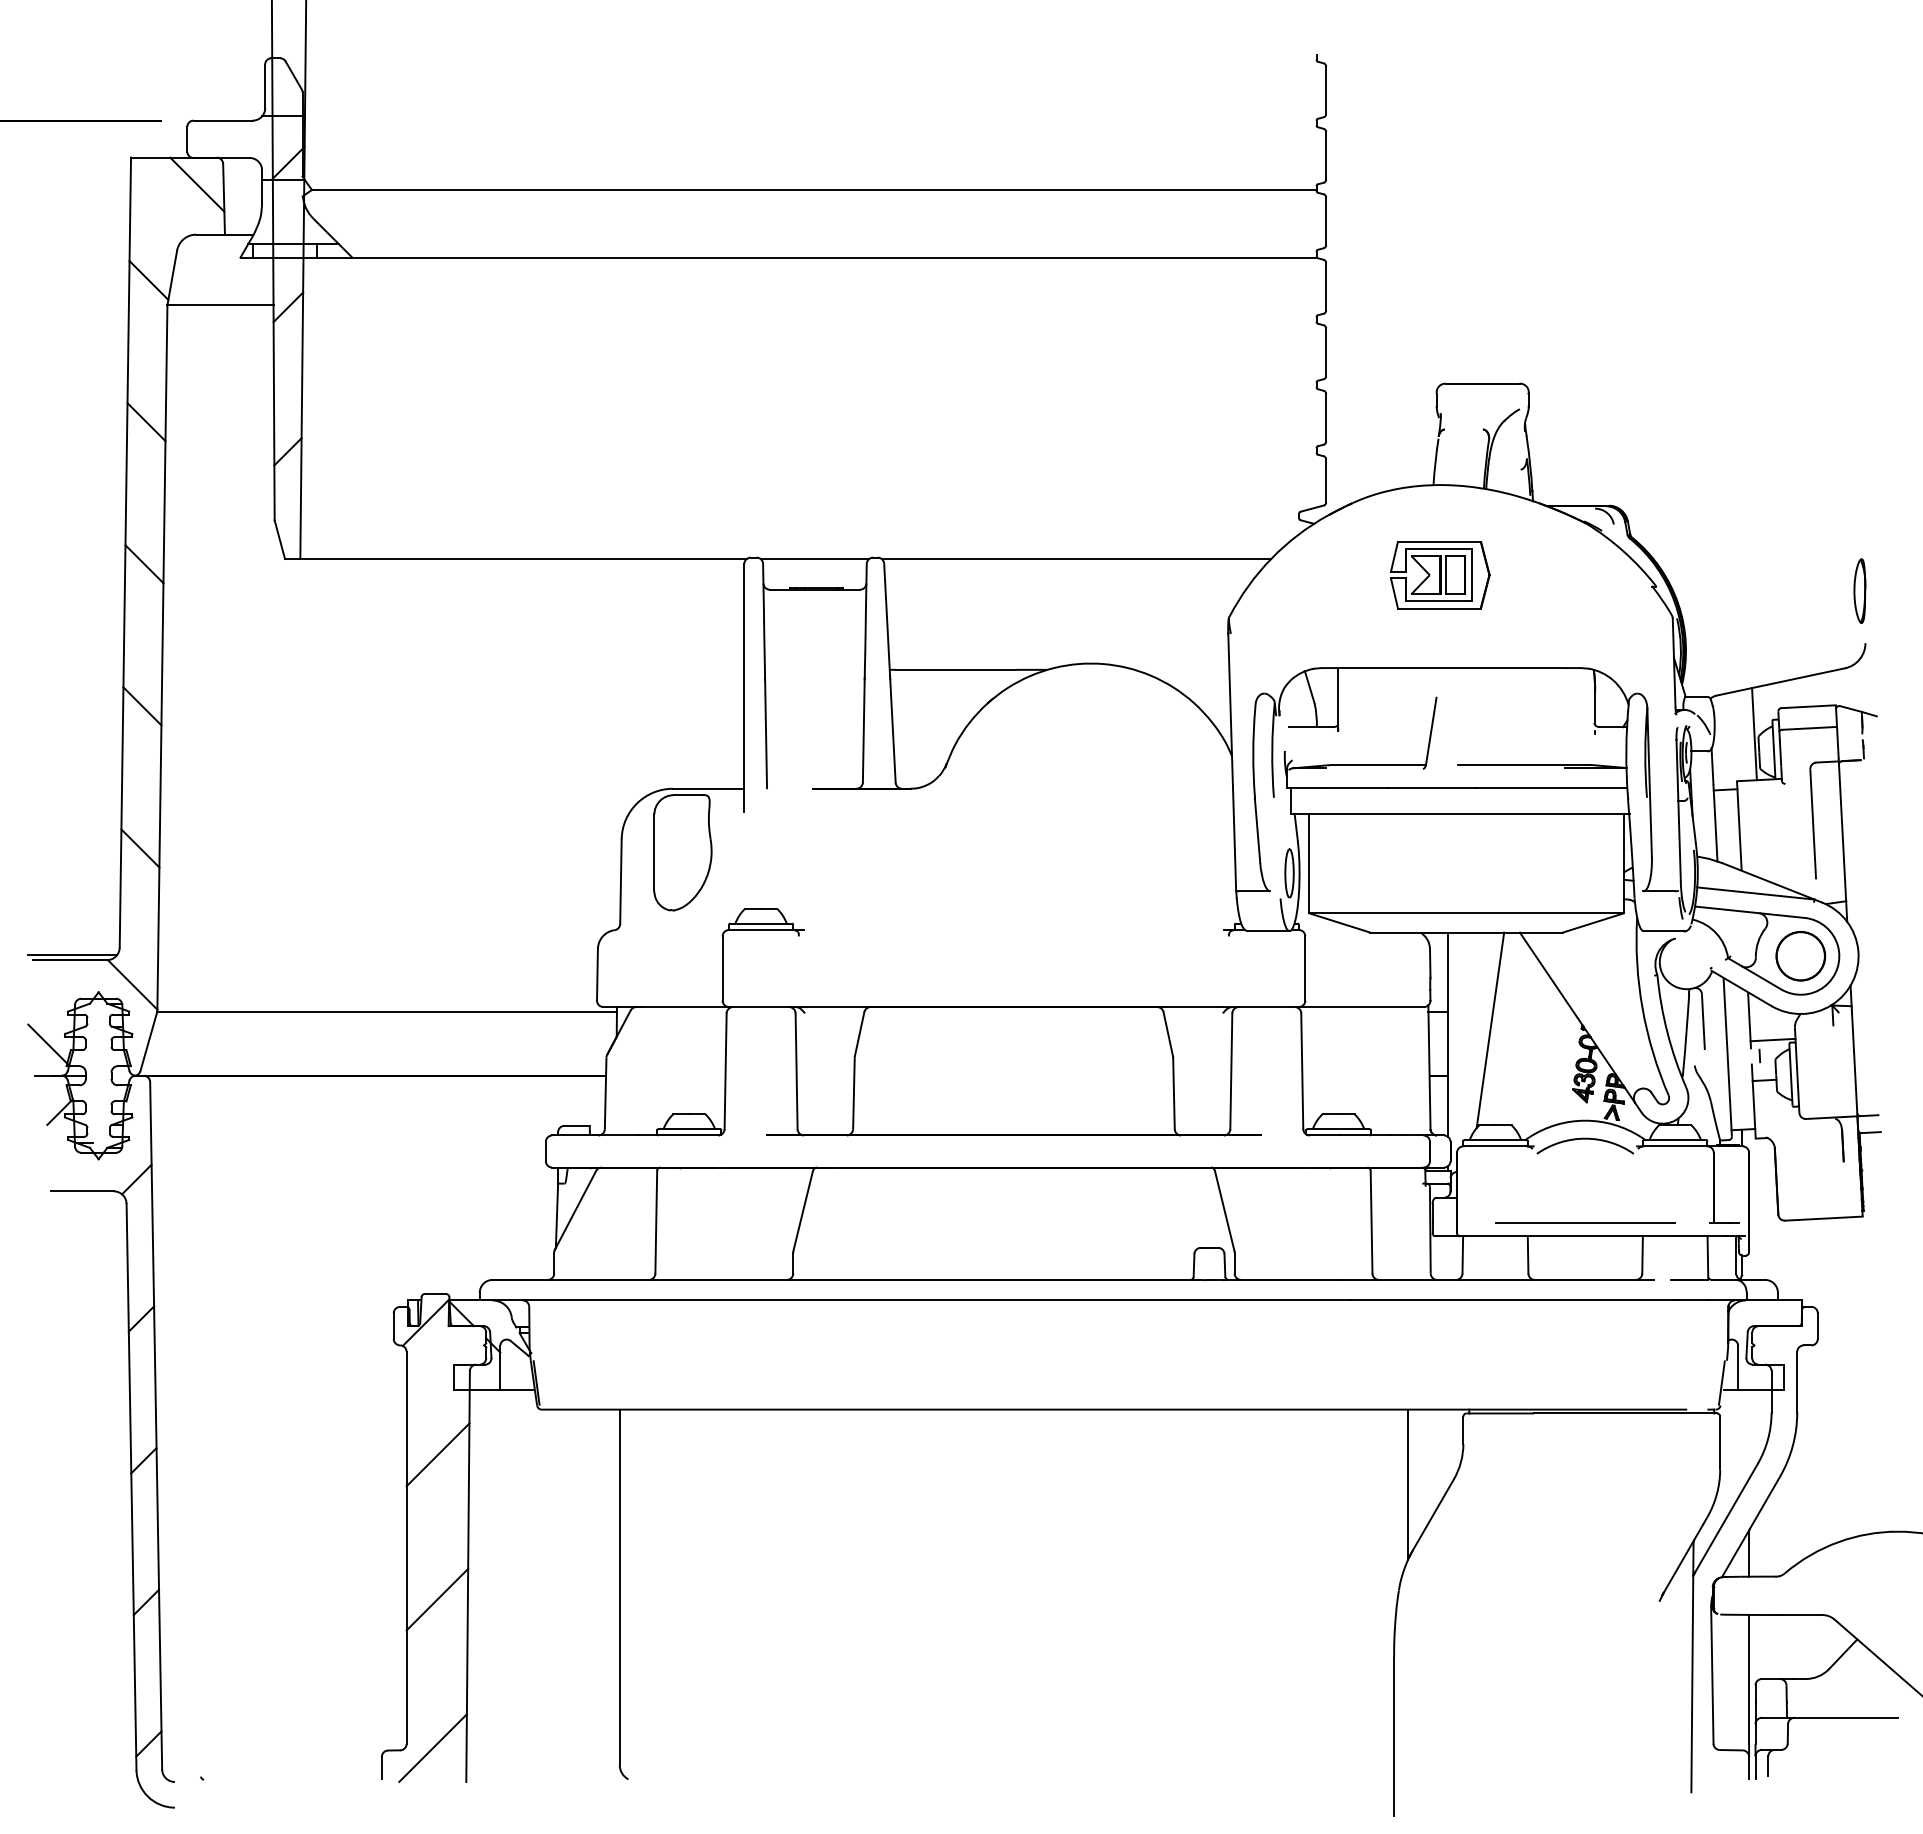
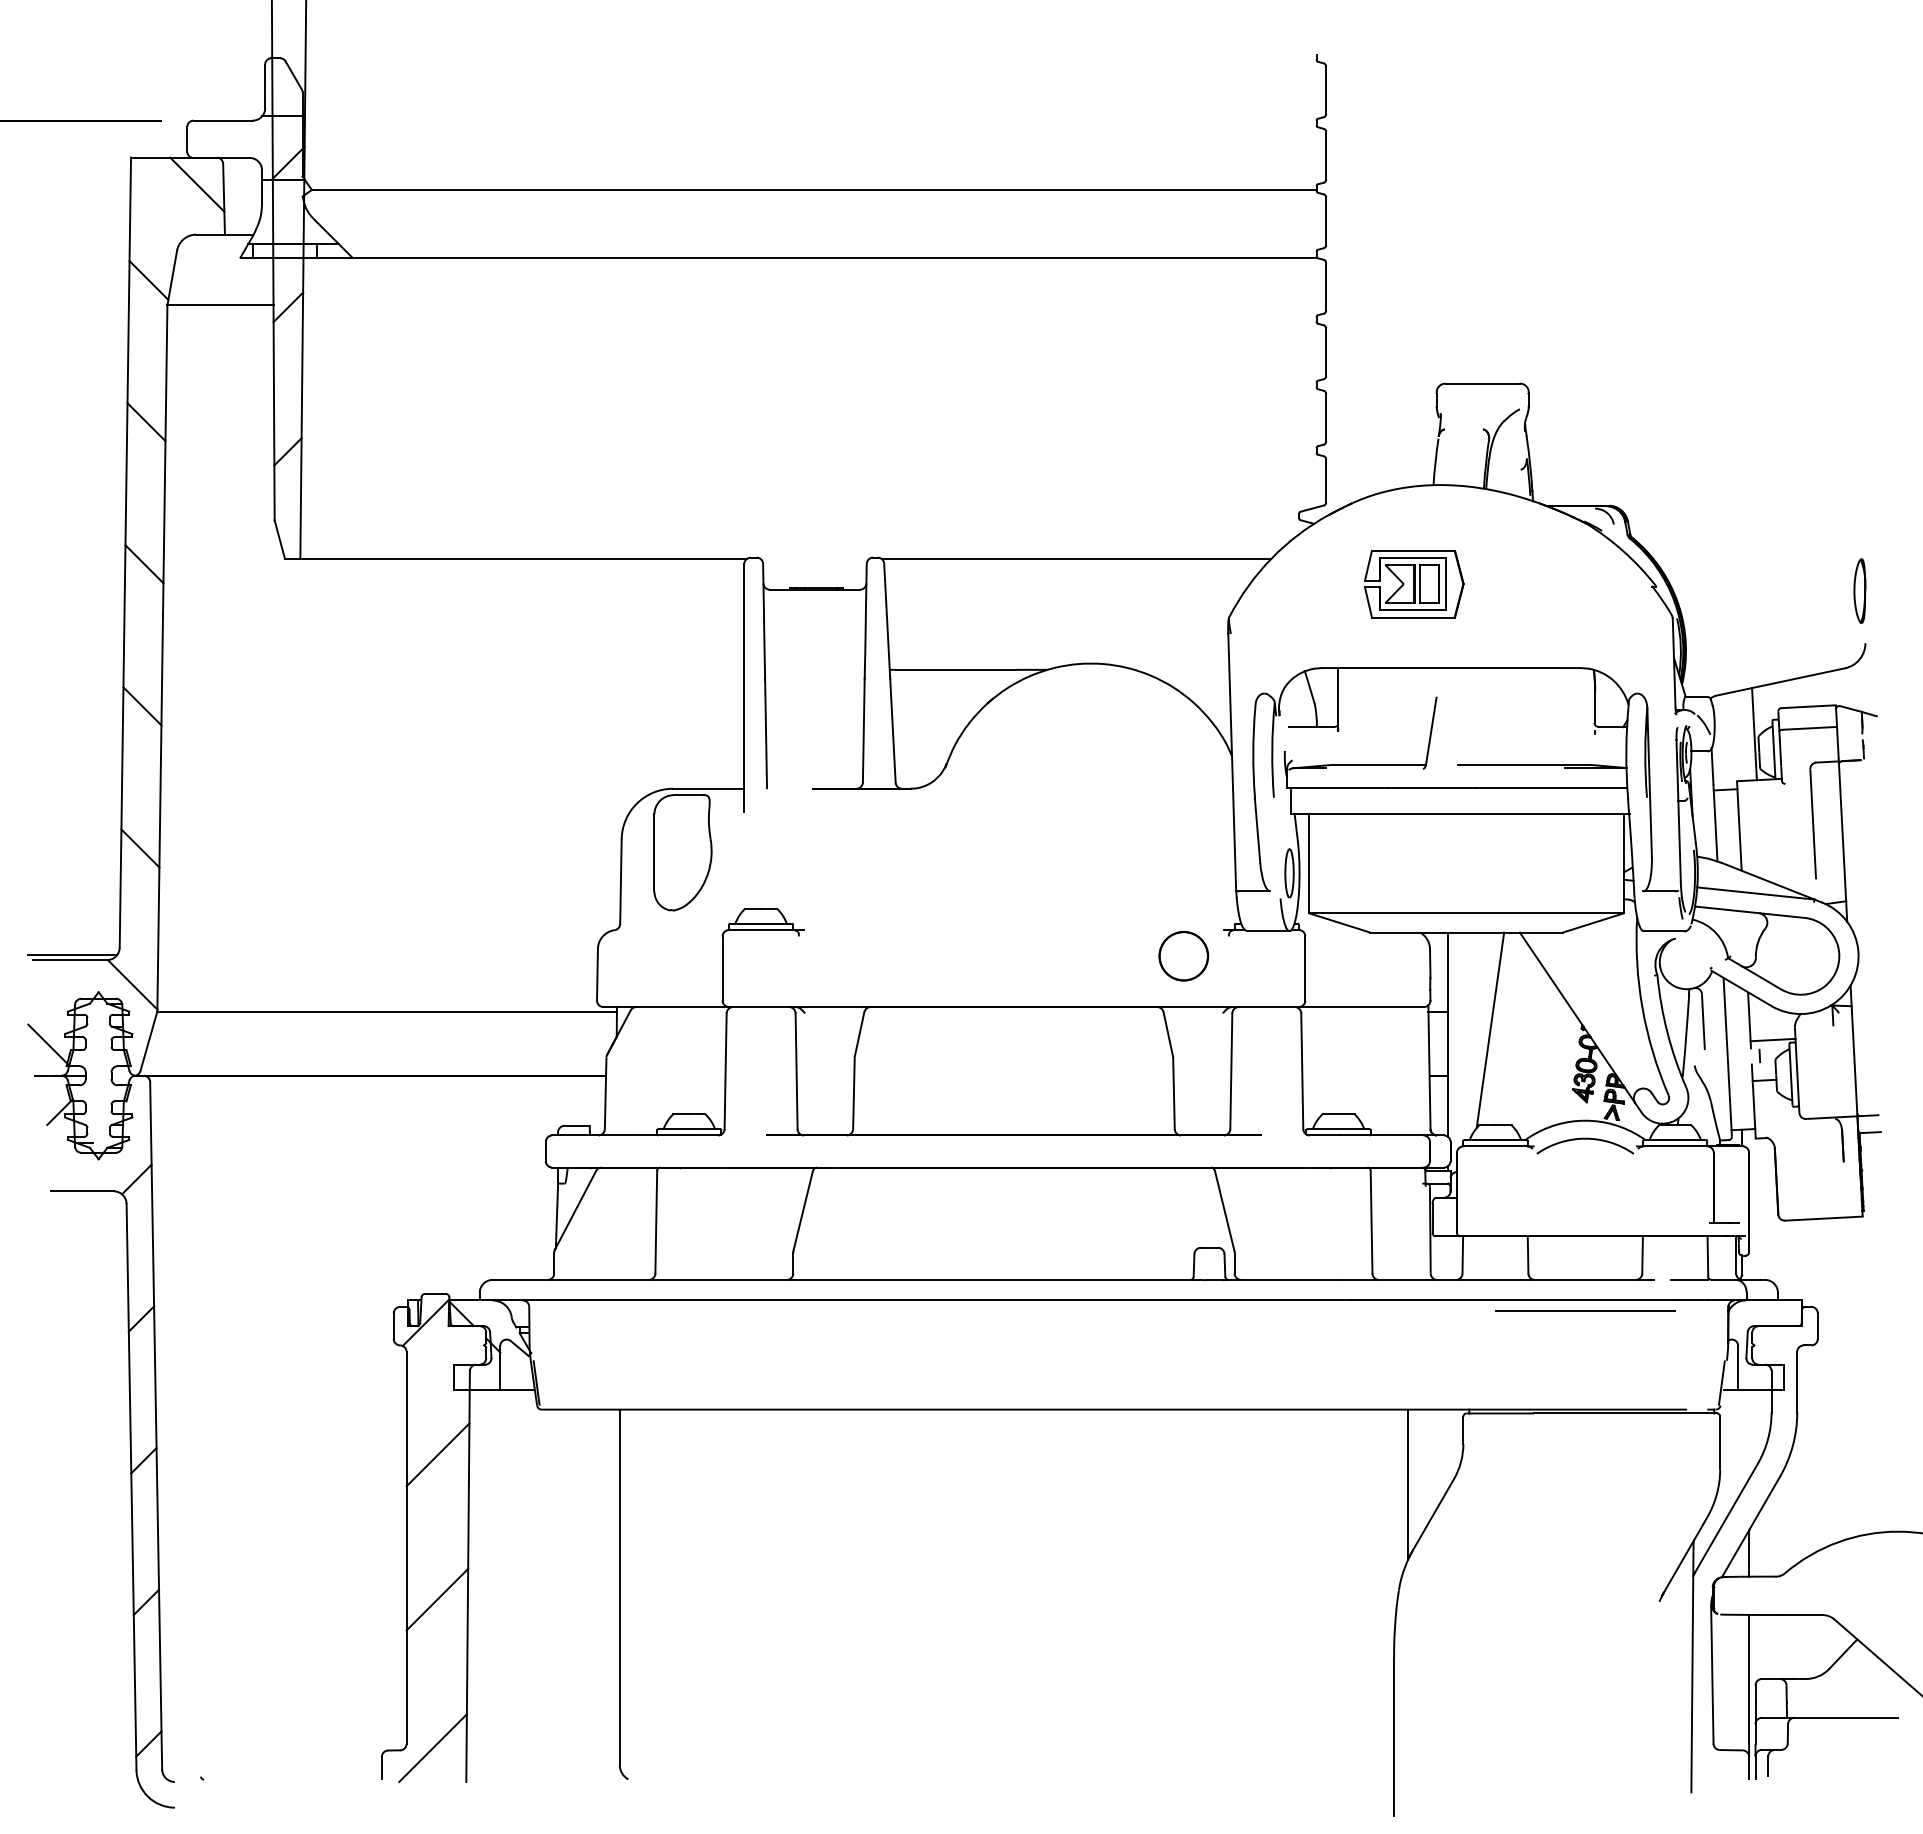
line at (814, 558): present -> none
part at (1440, 575) position: (1440, 575) -> (1414, 584)
part at (1800, 956) position: (1800, 956) -> (1183, 956)
line at (1585, 1222) position: (1585, 1222) -> (1585, 1310)
